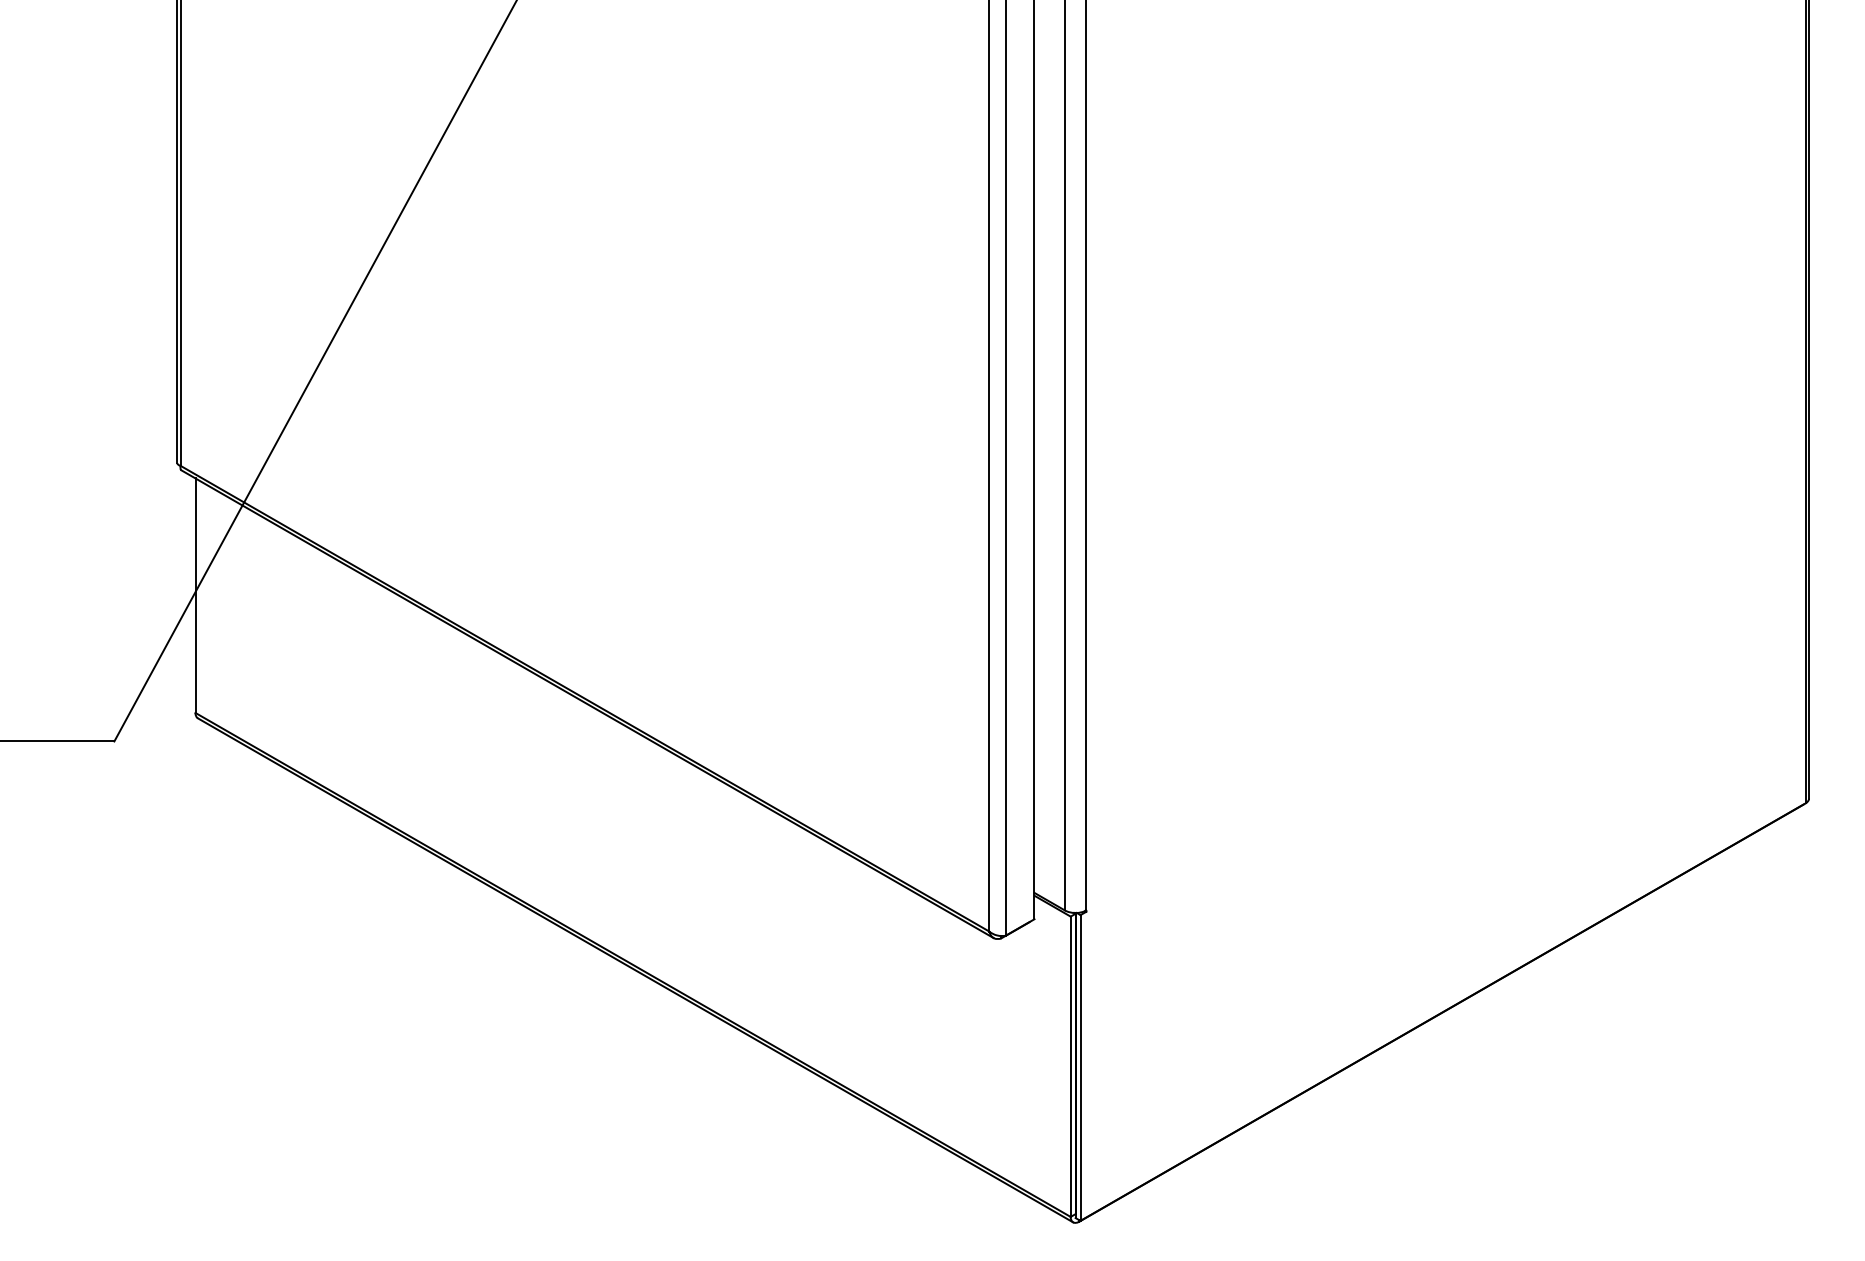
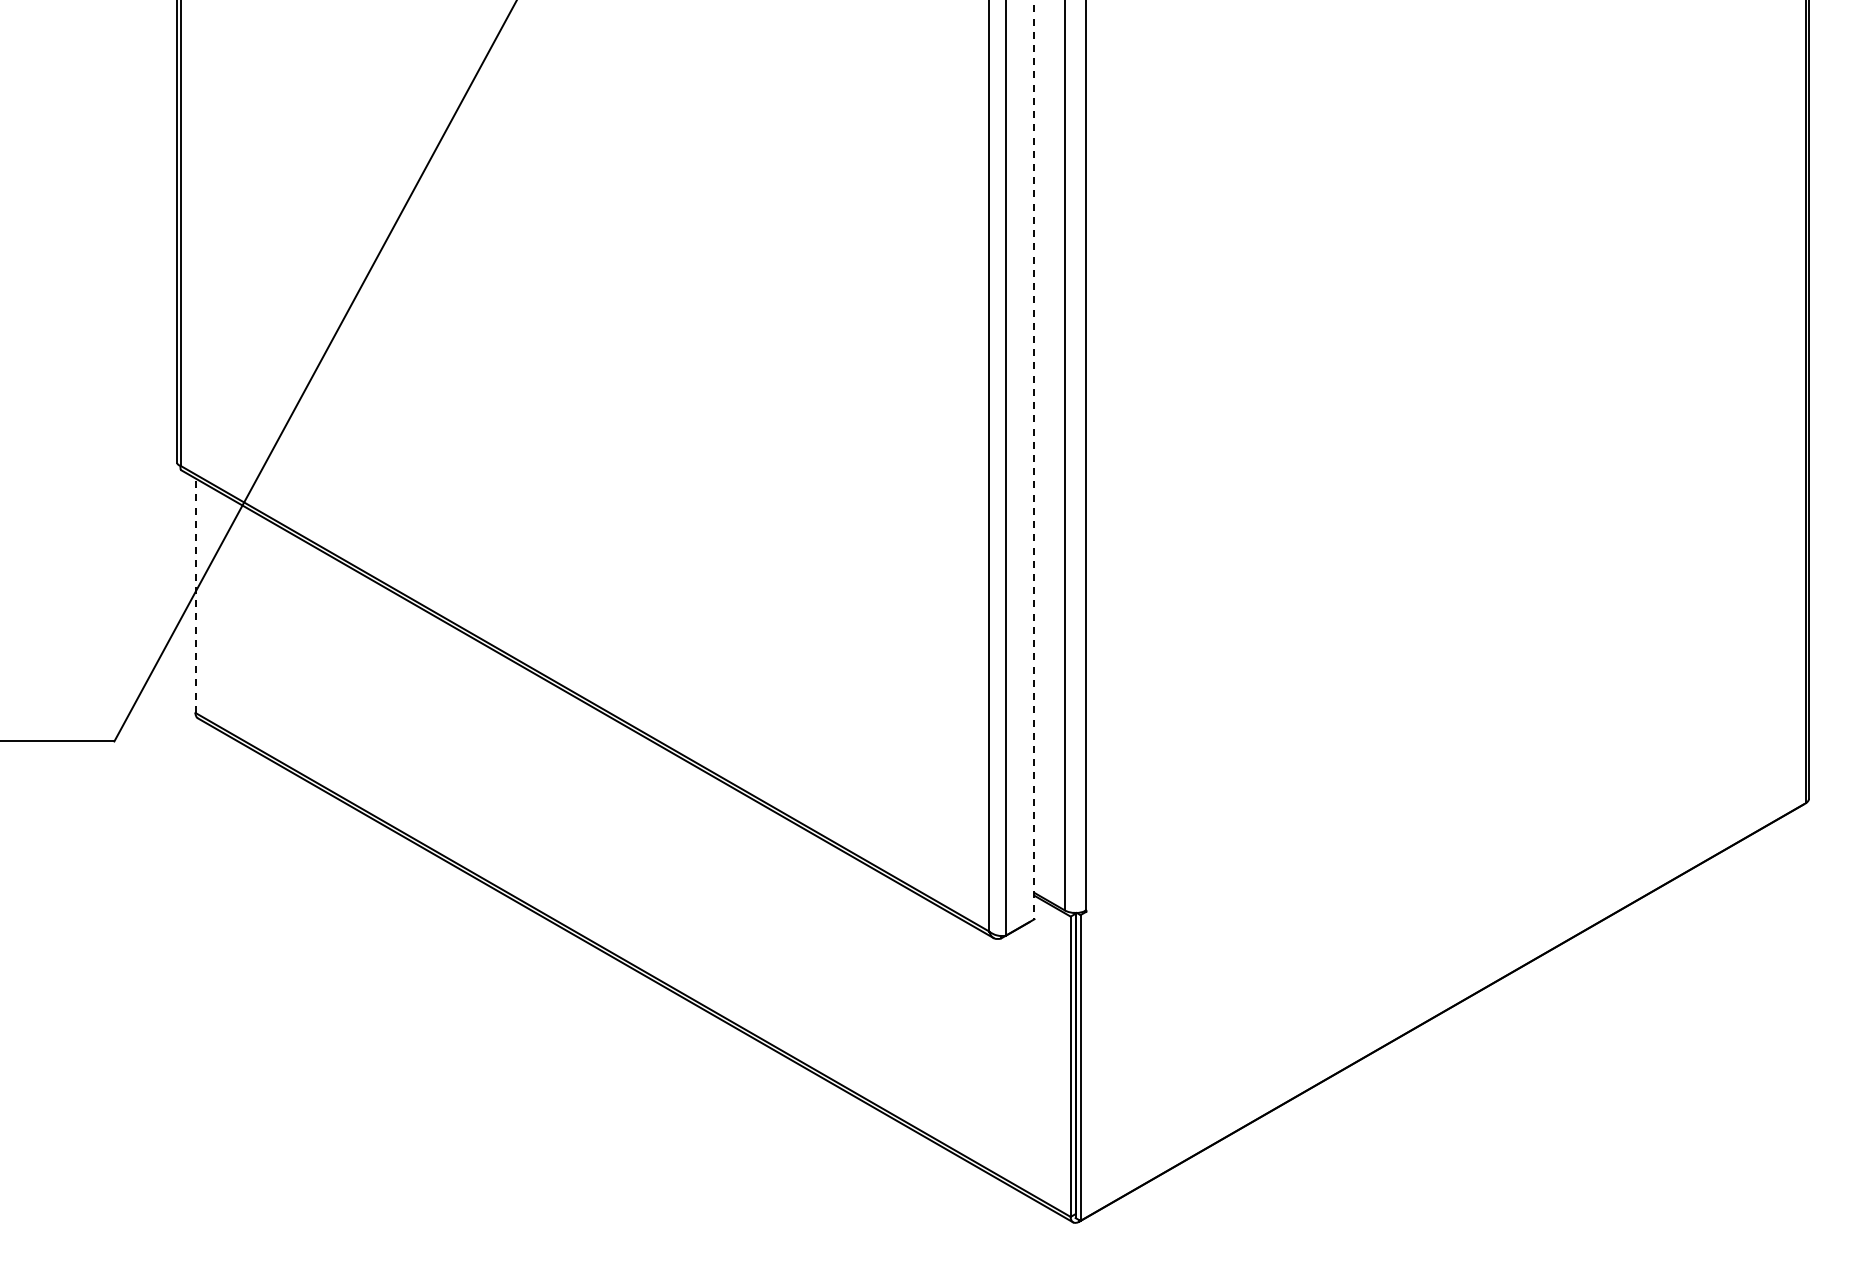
line at (1034, 460): solid -> dashed
line at (195, 595): solid -> dashed
